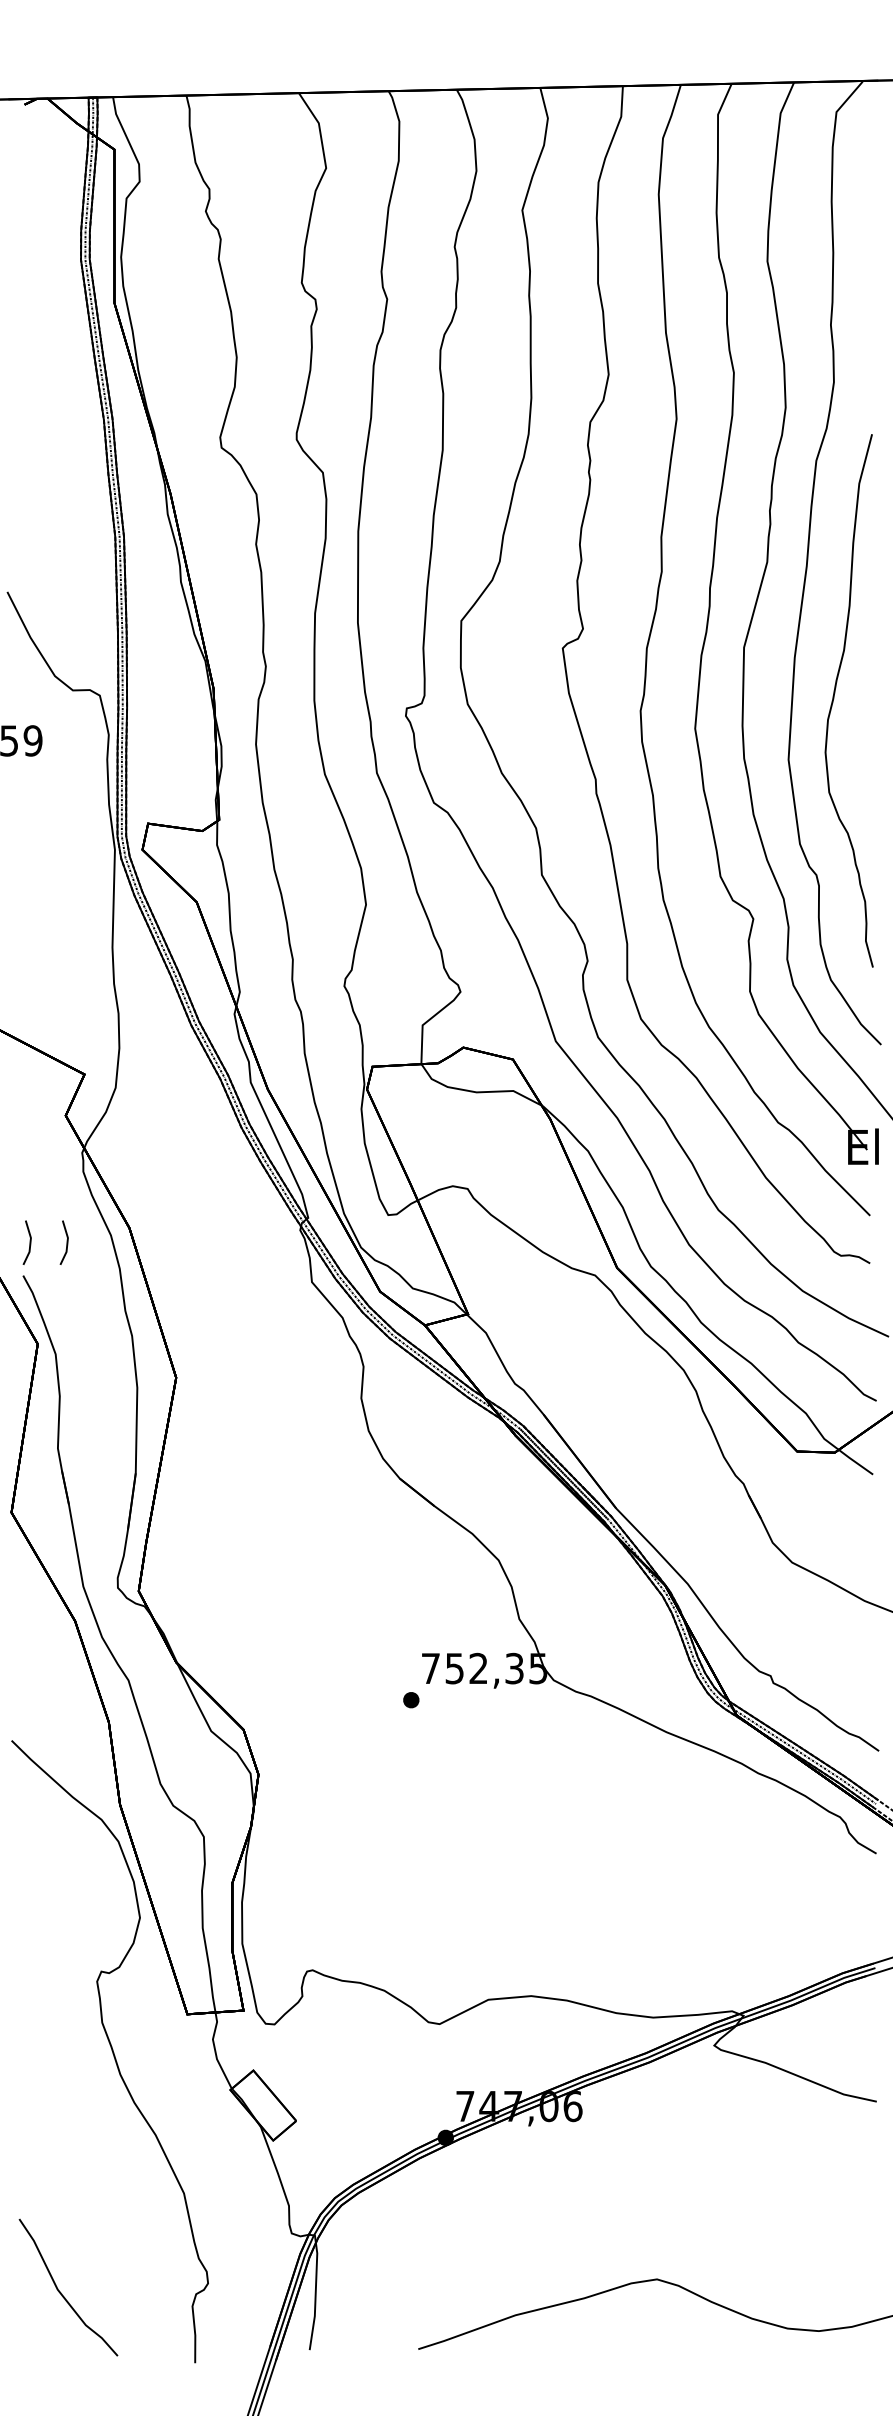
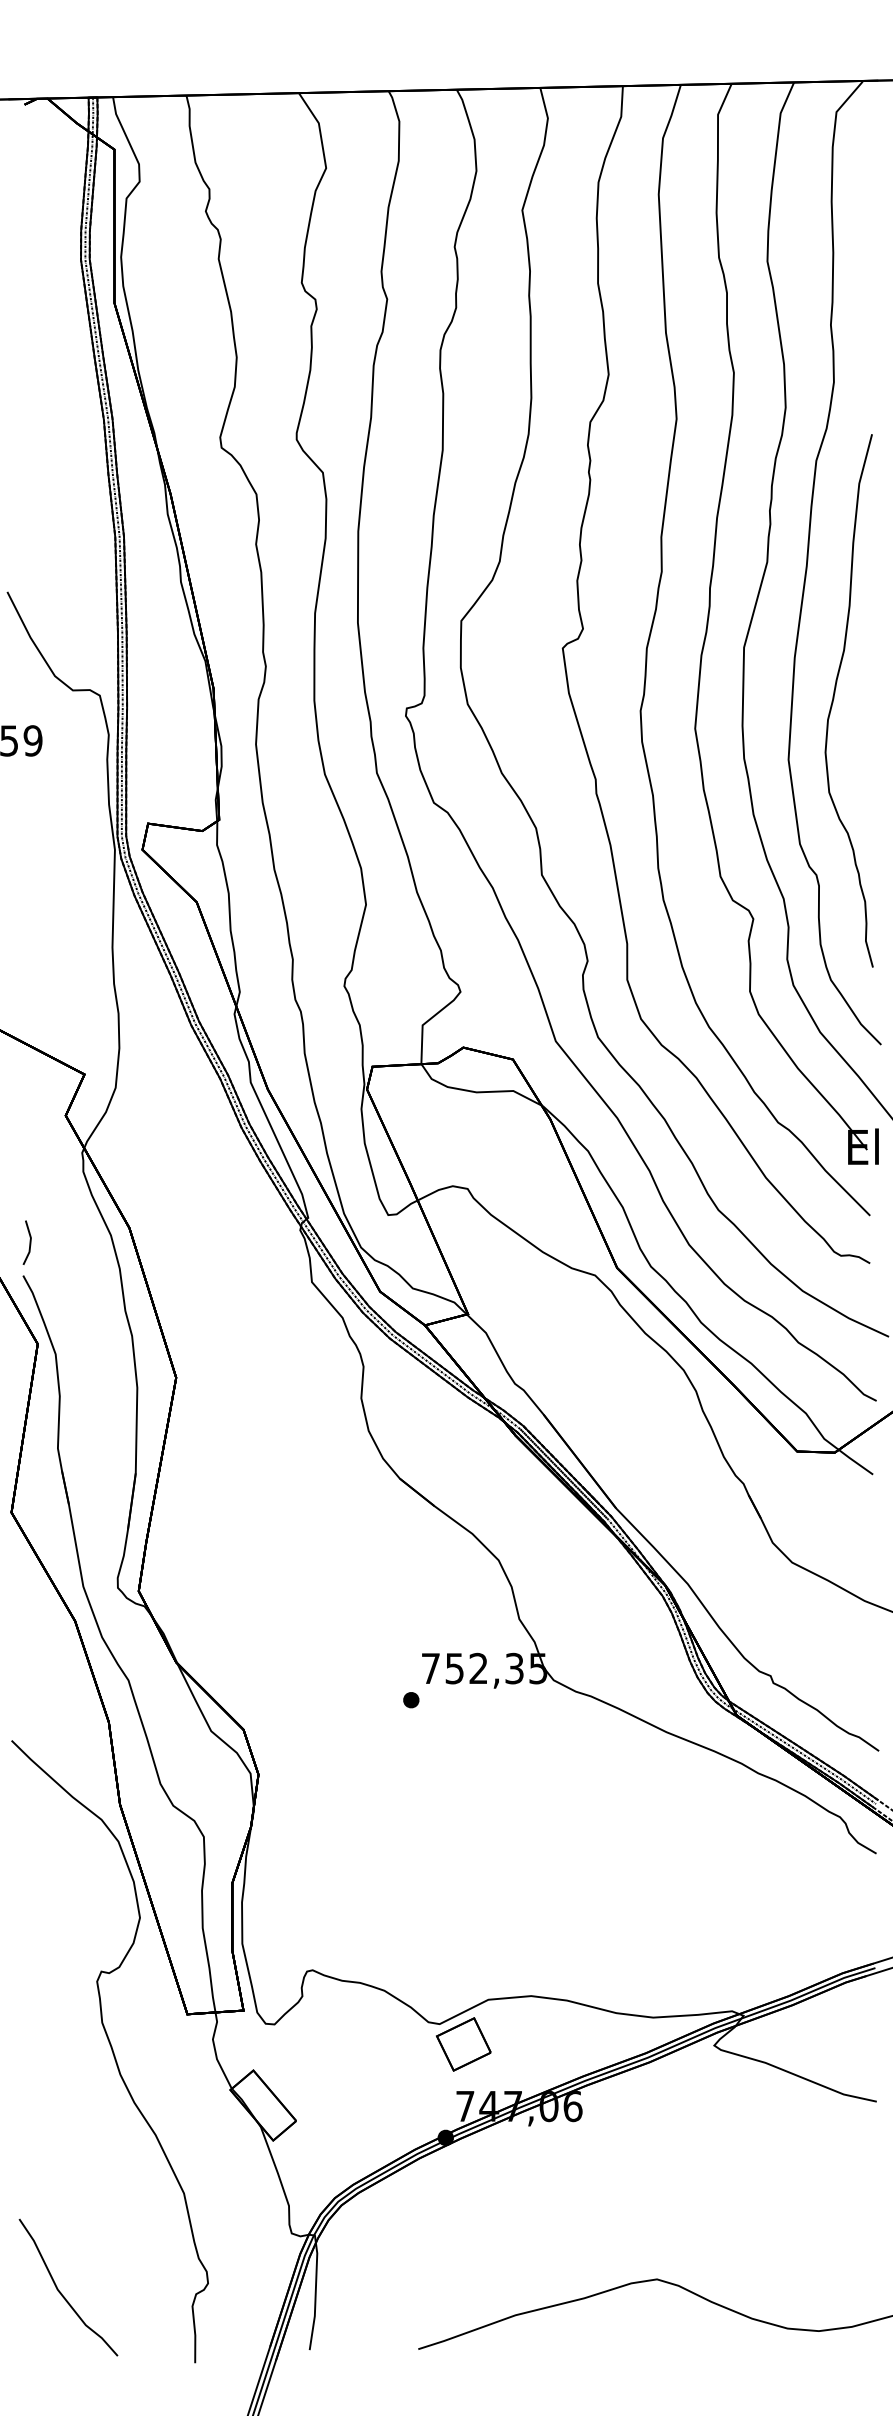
line at (66, 1242): present -> none
part at (463, 2044): none -> present
